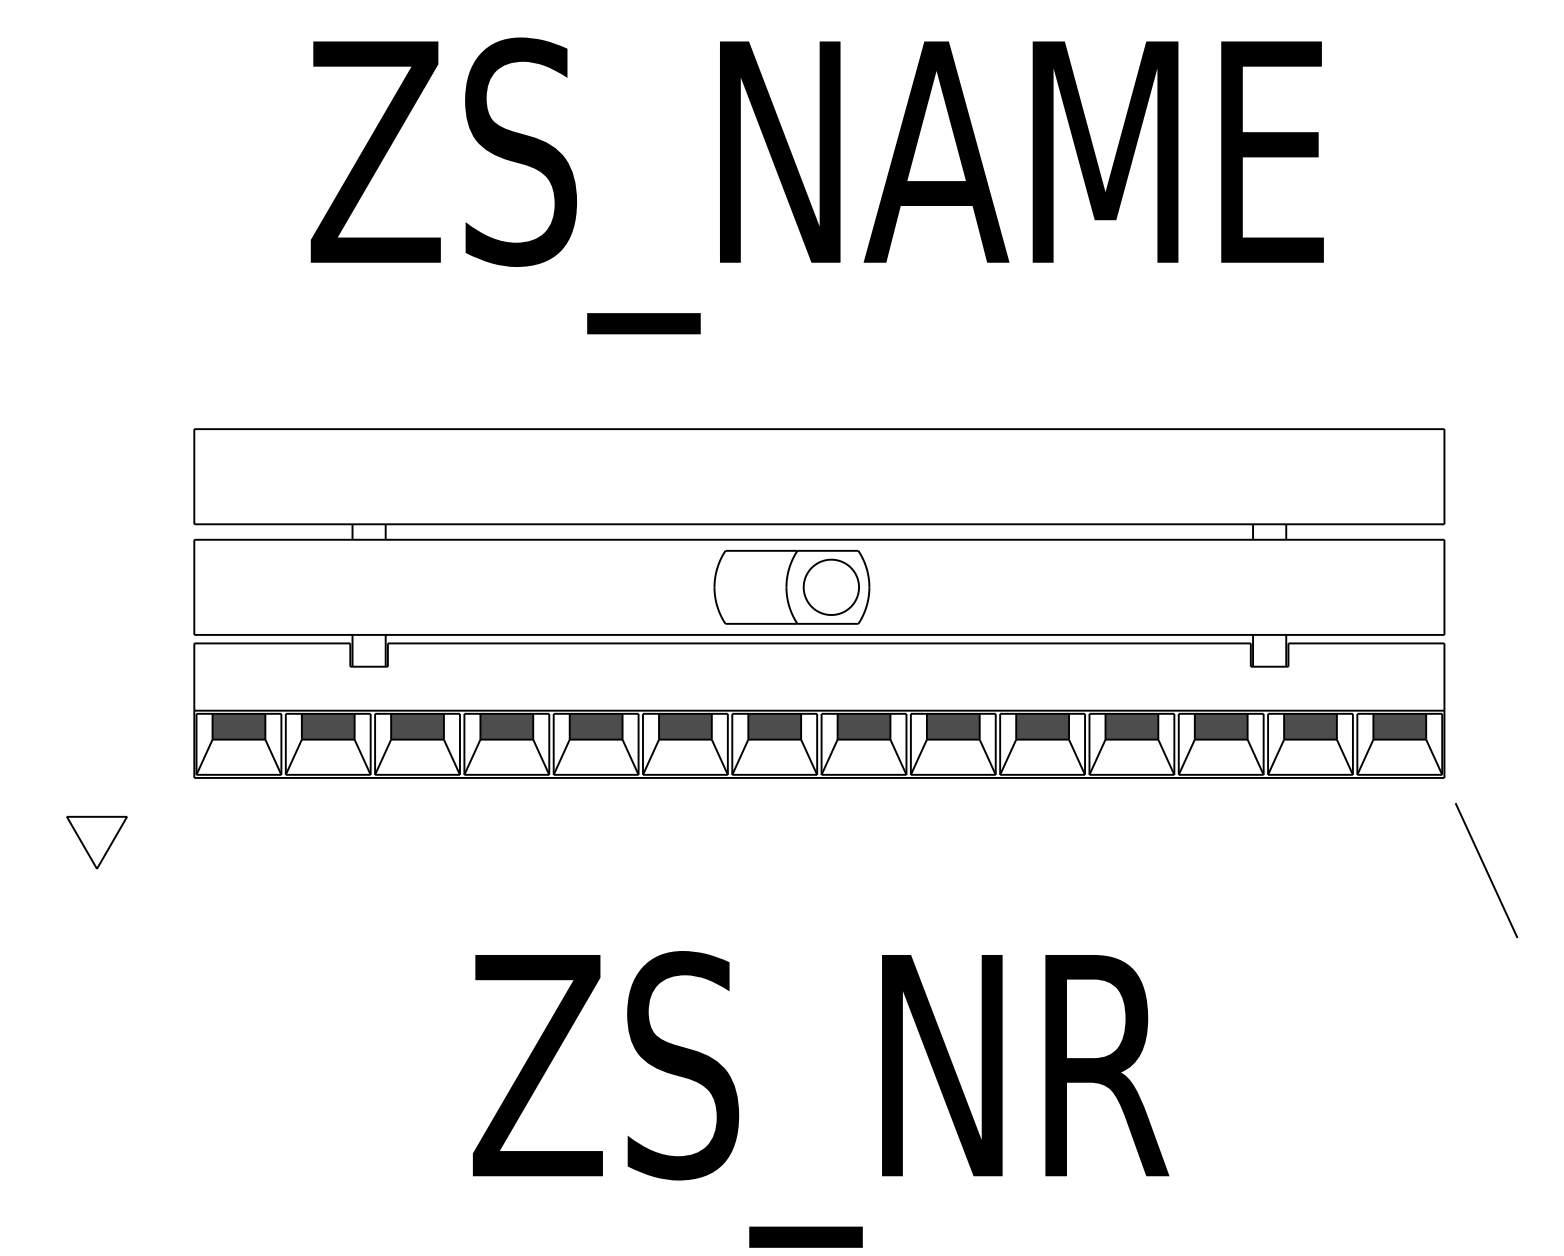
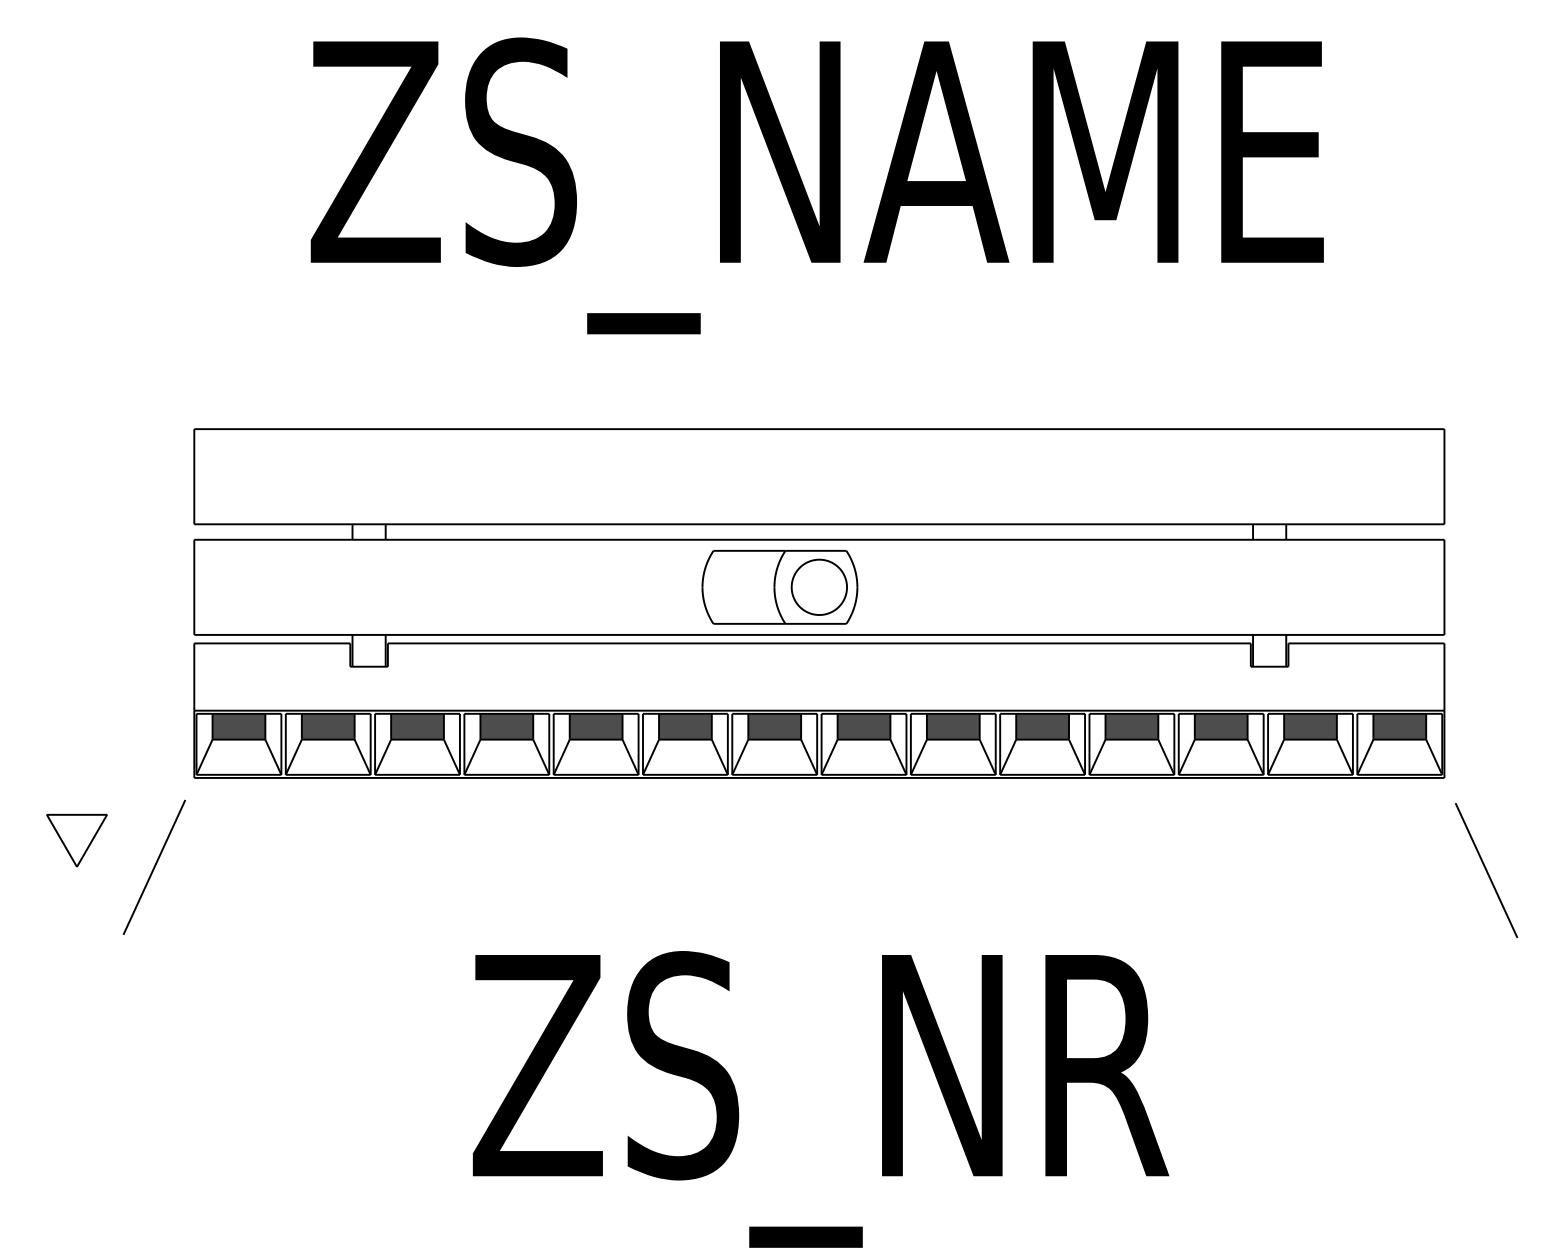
part at (791, 587) position: (791, 587) -> (779, 587)
part at (96, 842) position: (96, 842) -> (76, 840)
line at (153, 866): none -> present
